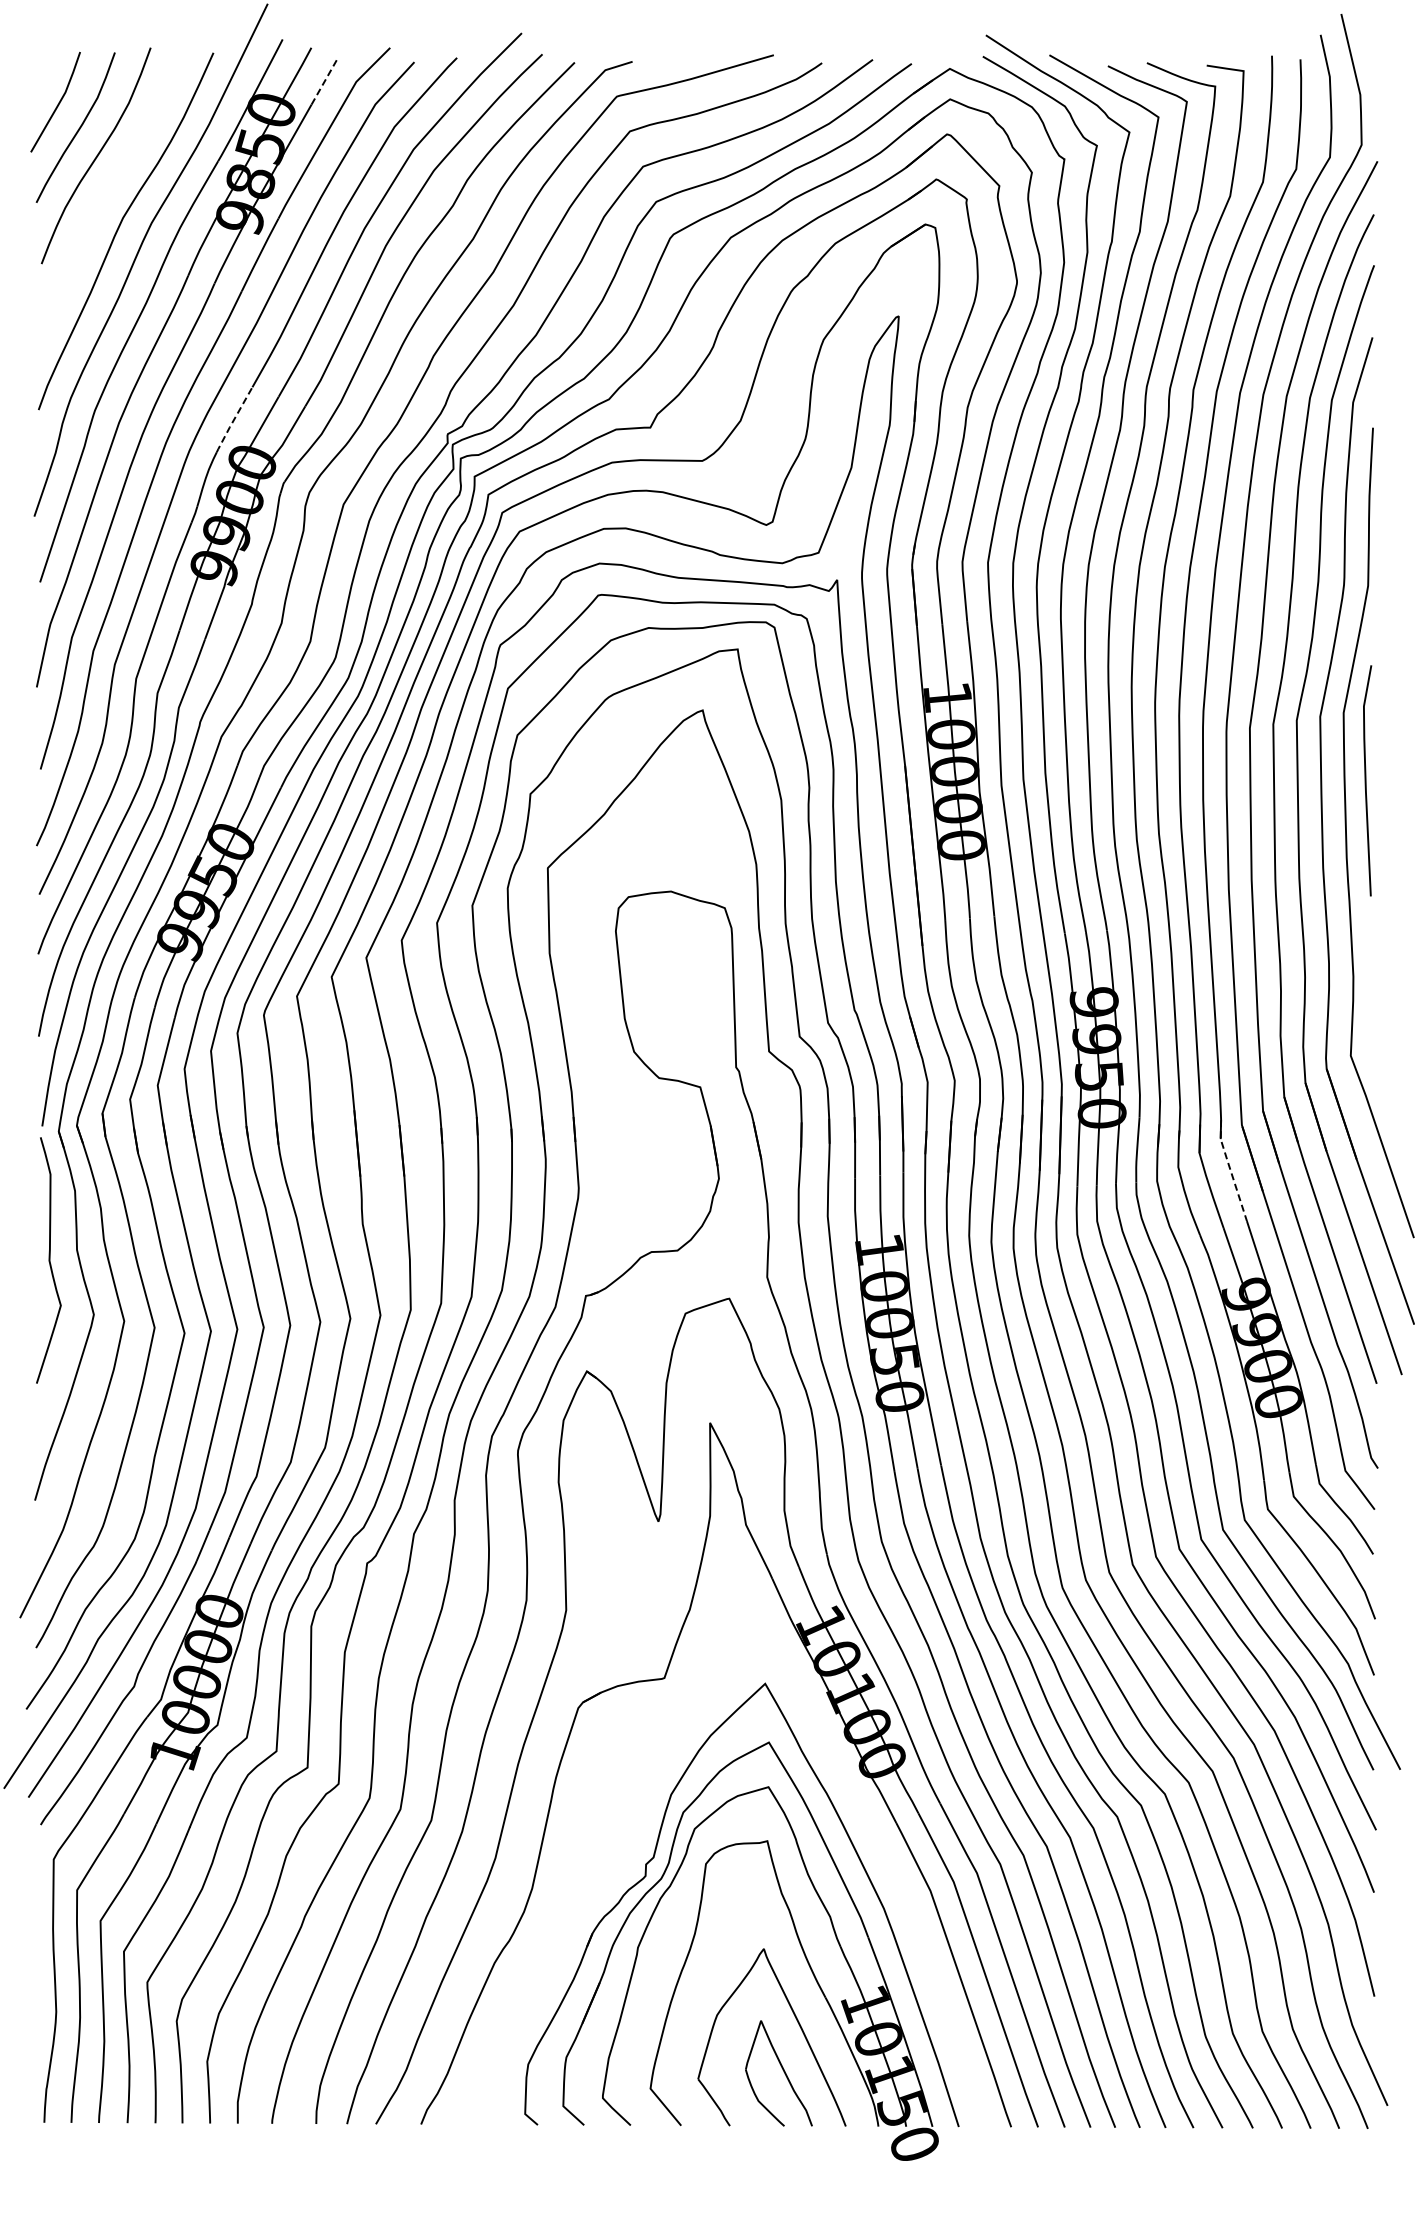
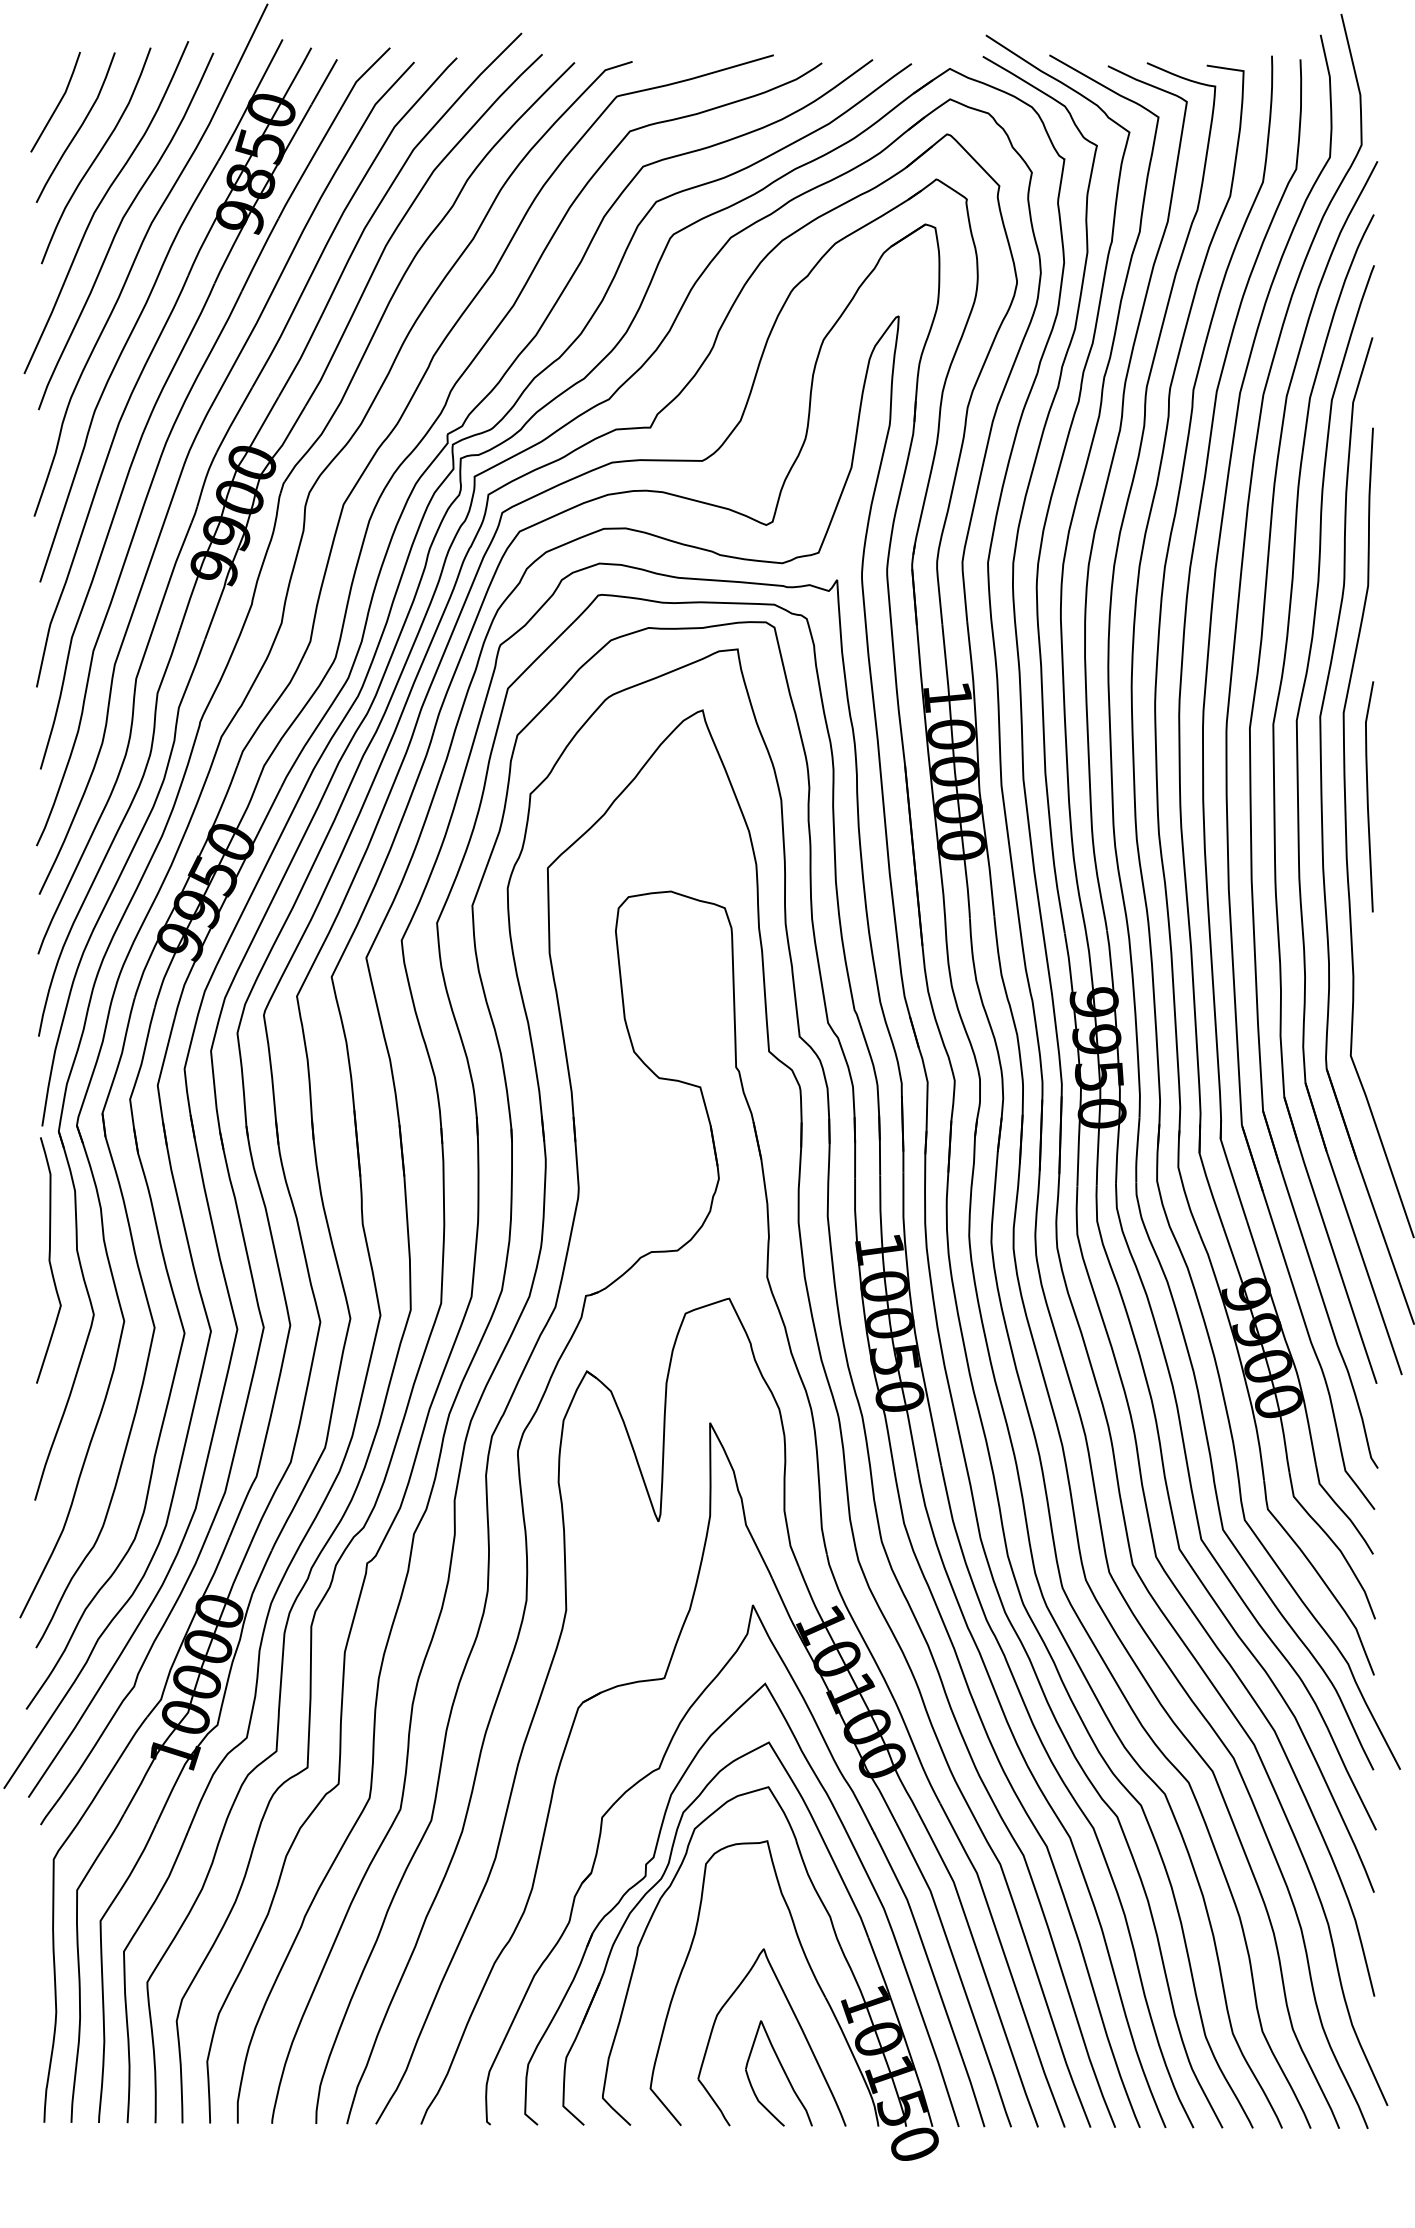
line at (324, 82): dashed -> solid
curve at (101, 203): none -> present
line at (233, 420): dashed -> solid
line at (1366, 780) position: (1366, 780) -> (1368, 796)
line at (1230, 1169): dashed -> solid
part at (659, 1769): none -> present
